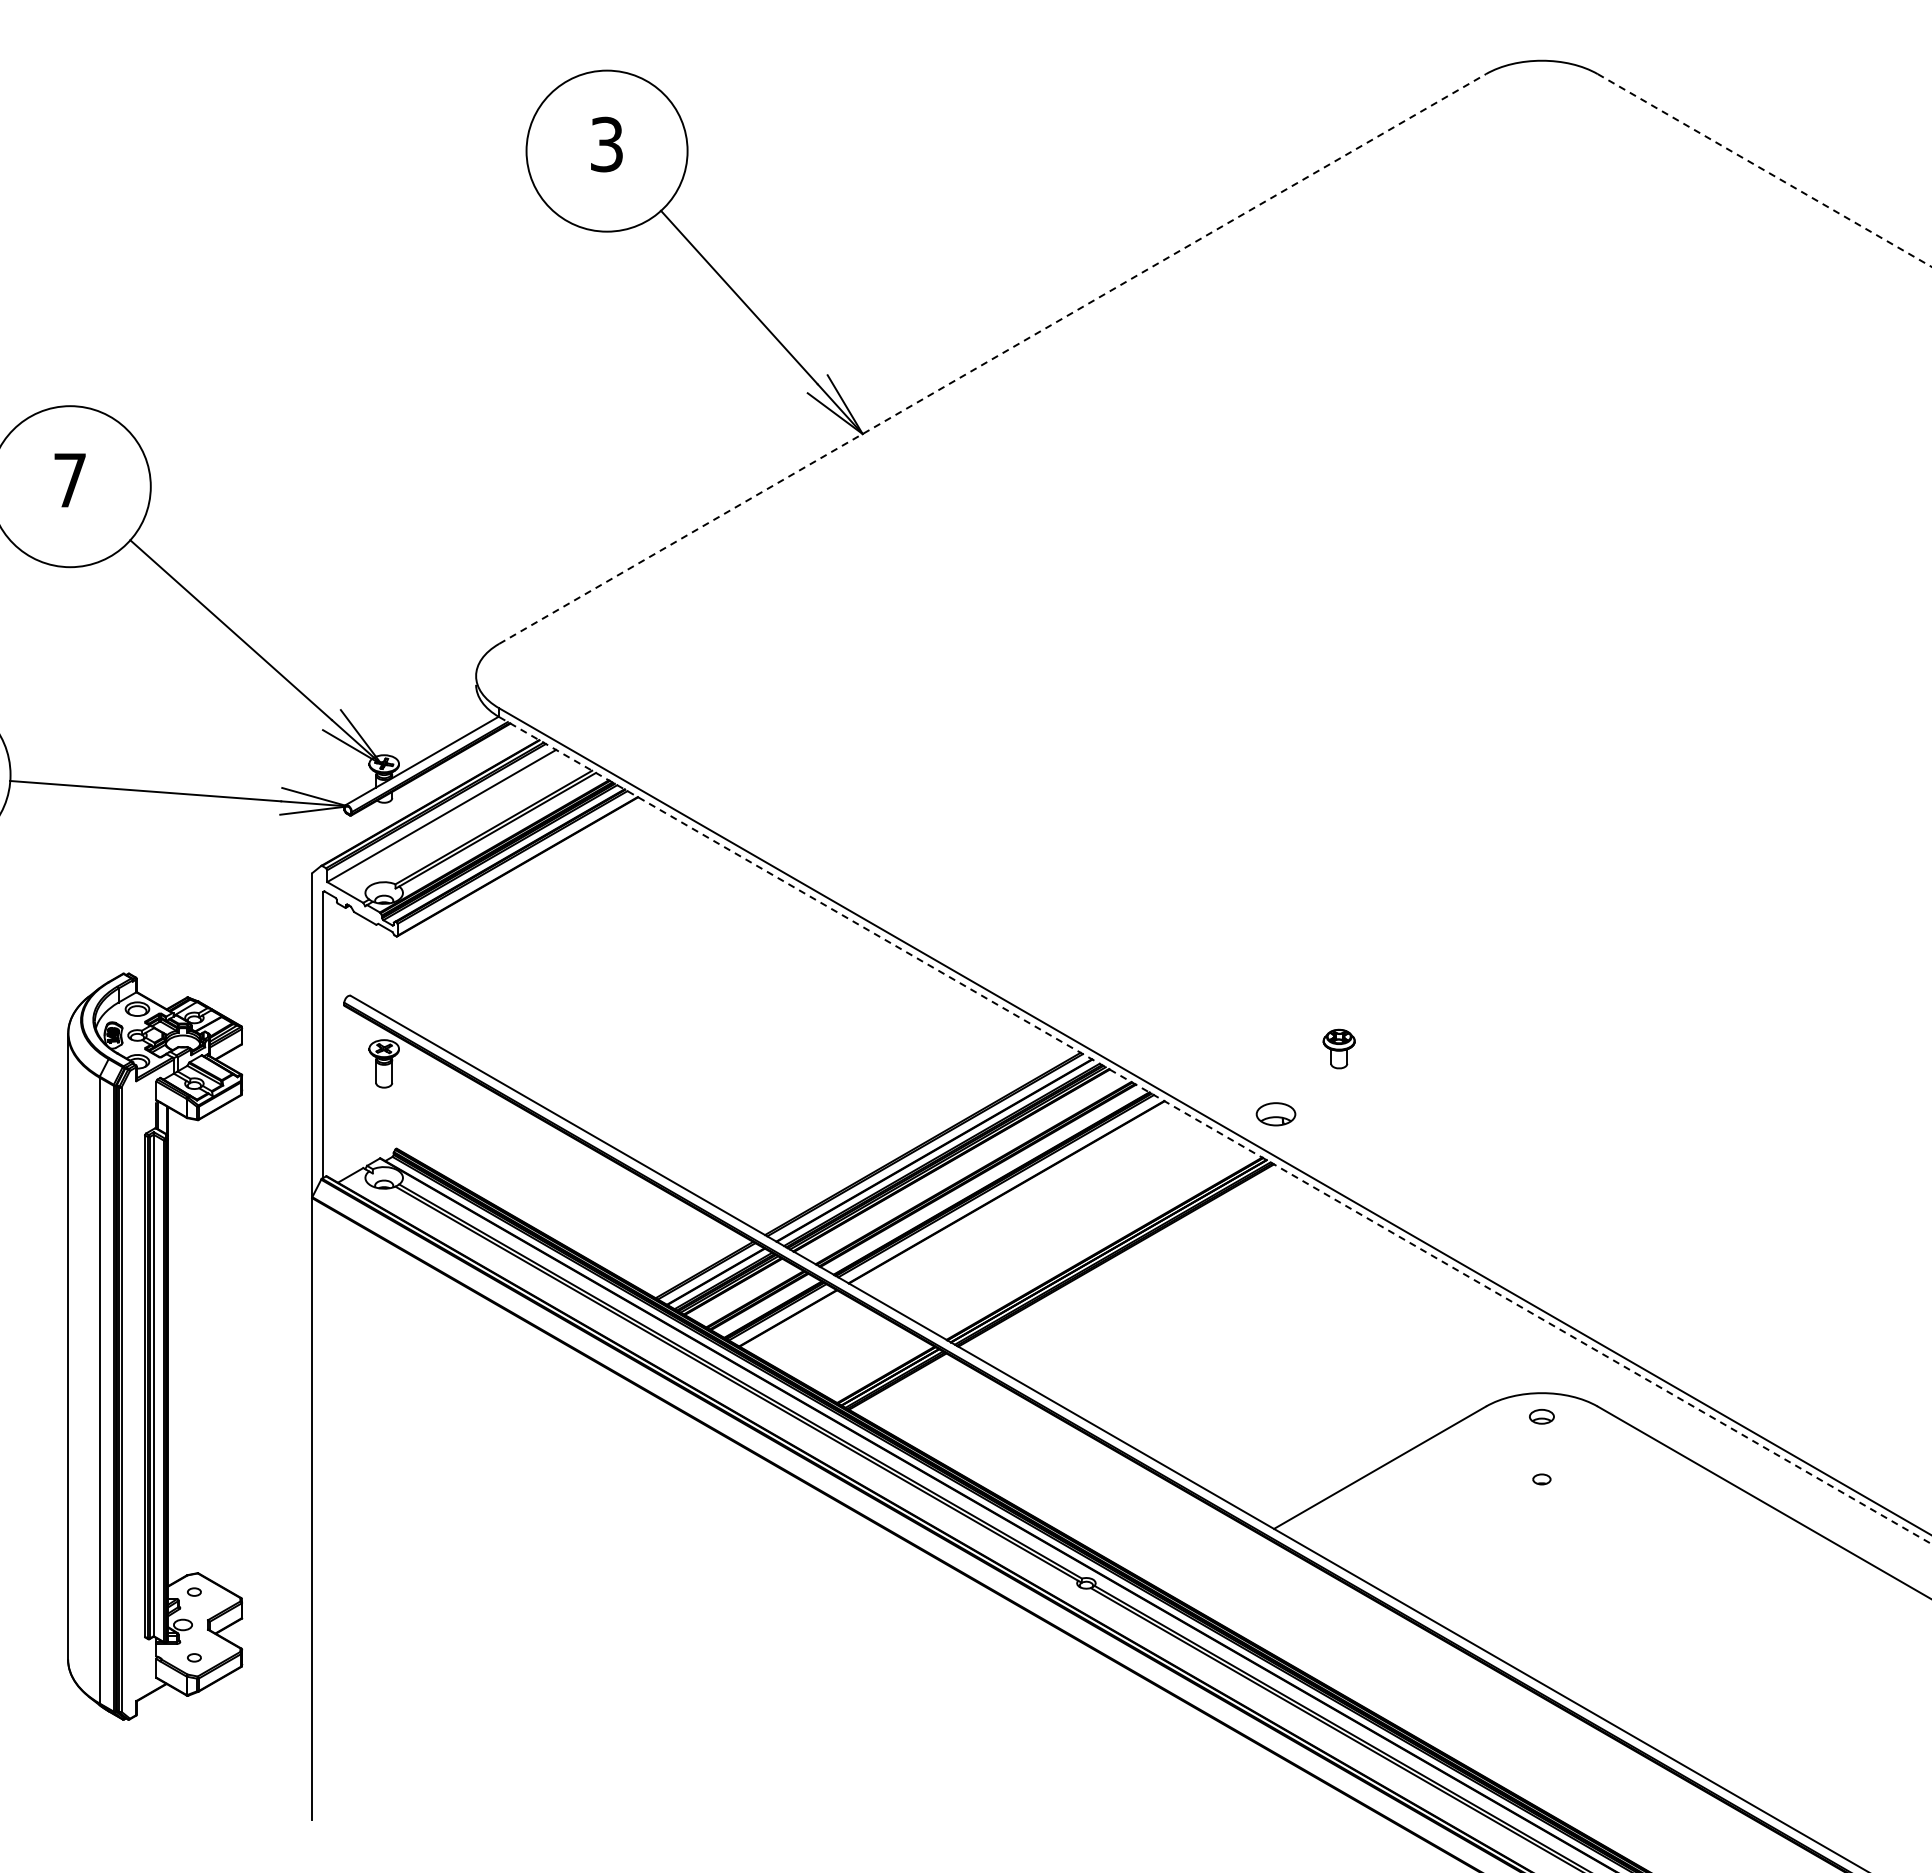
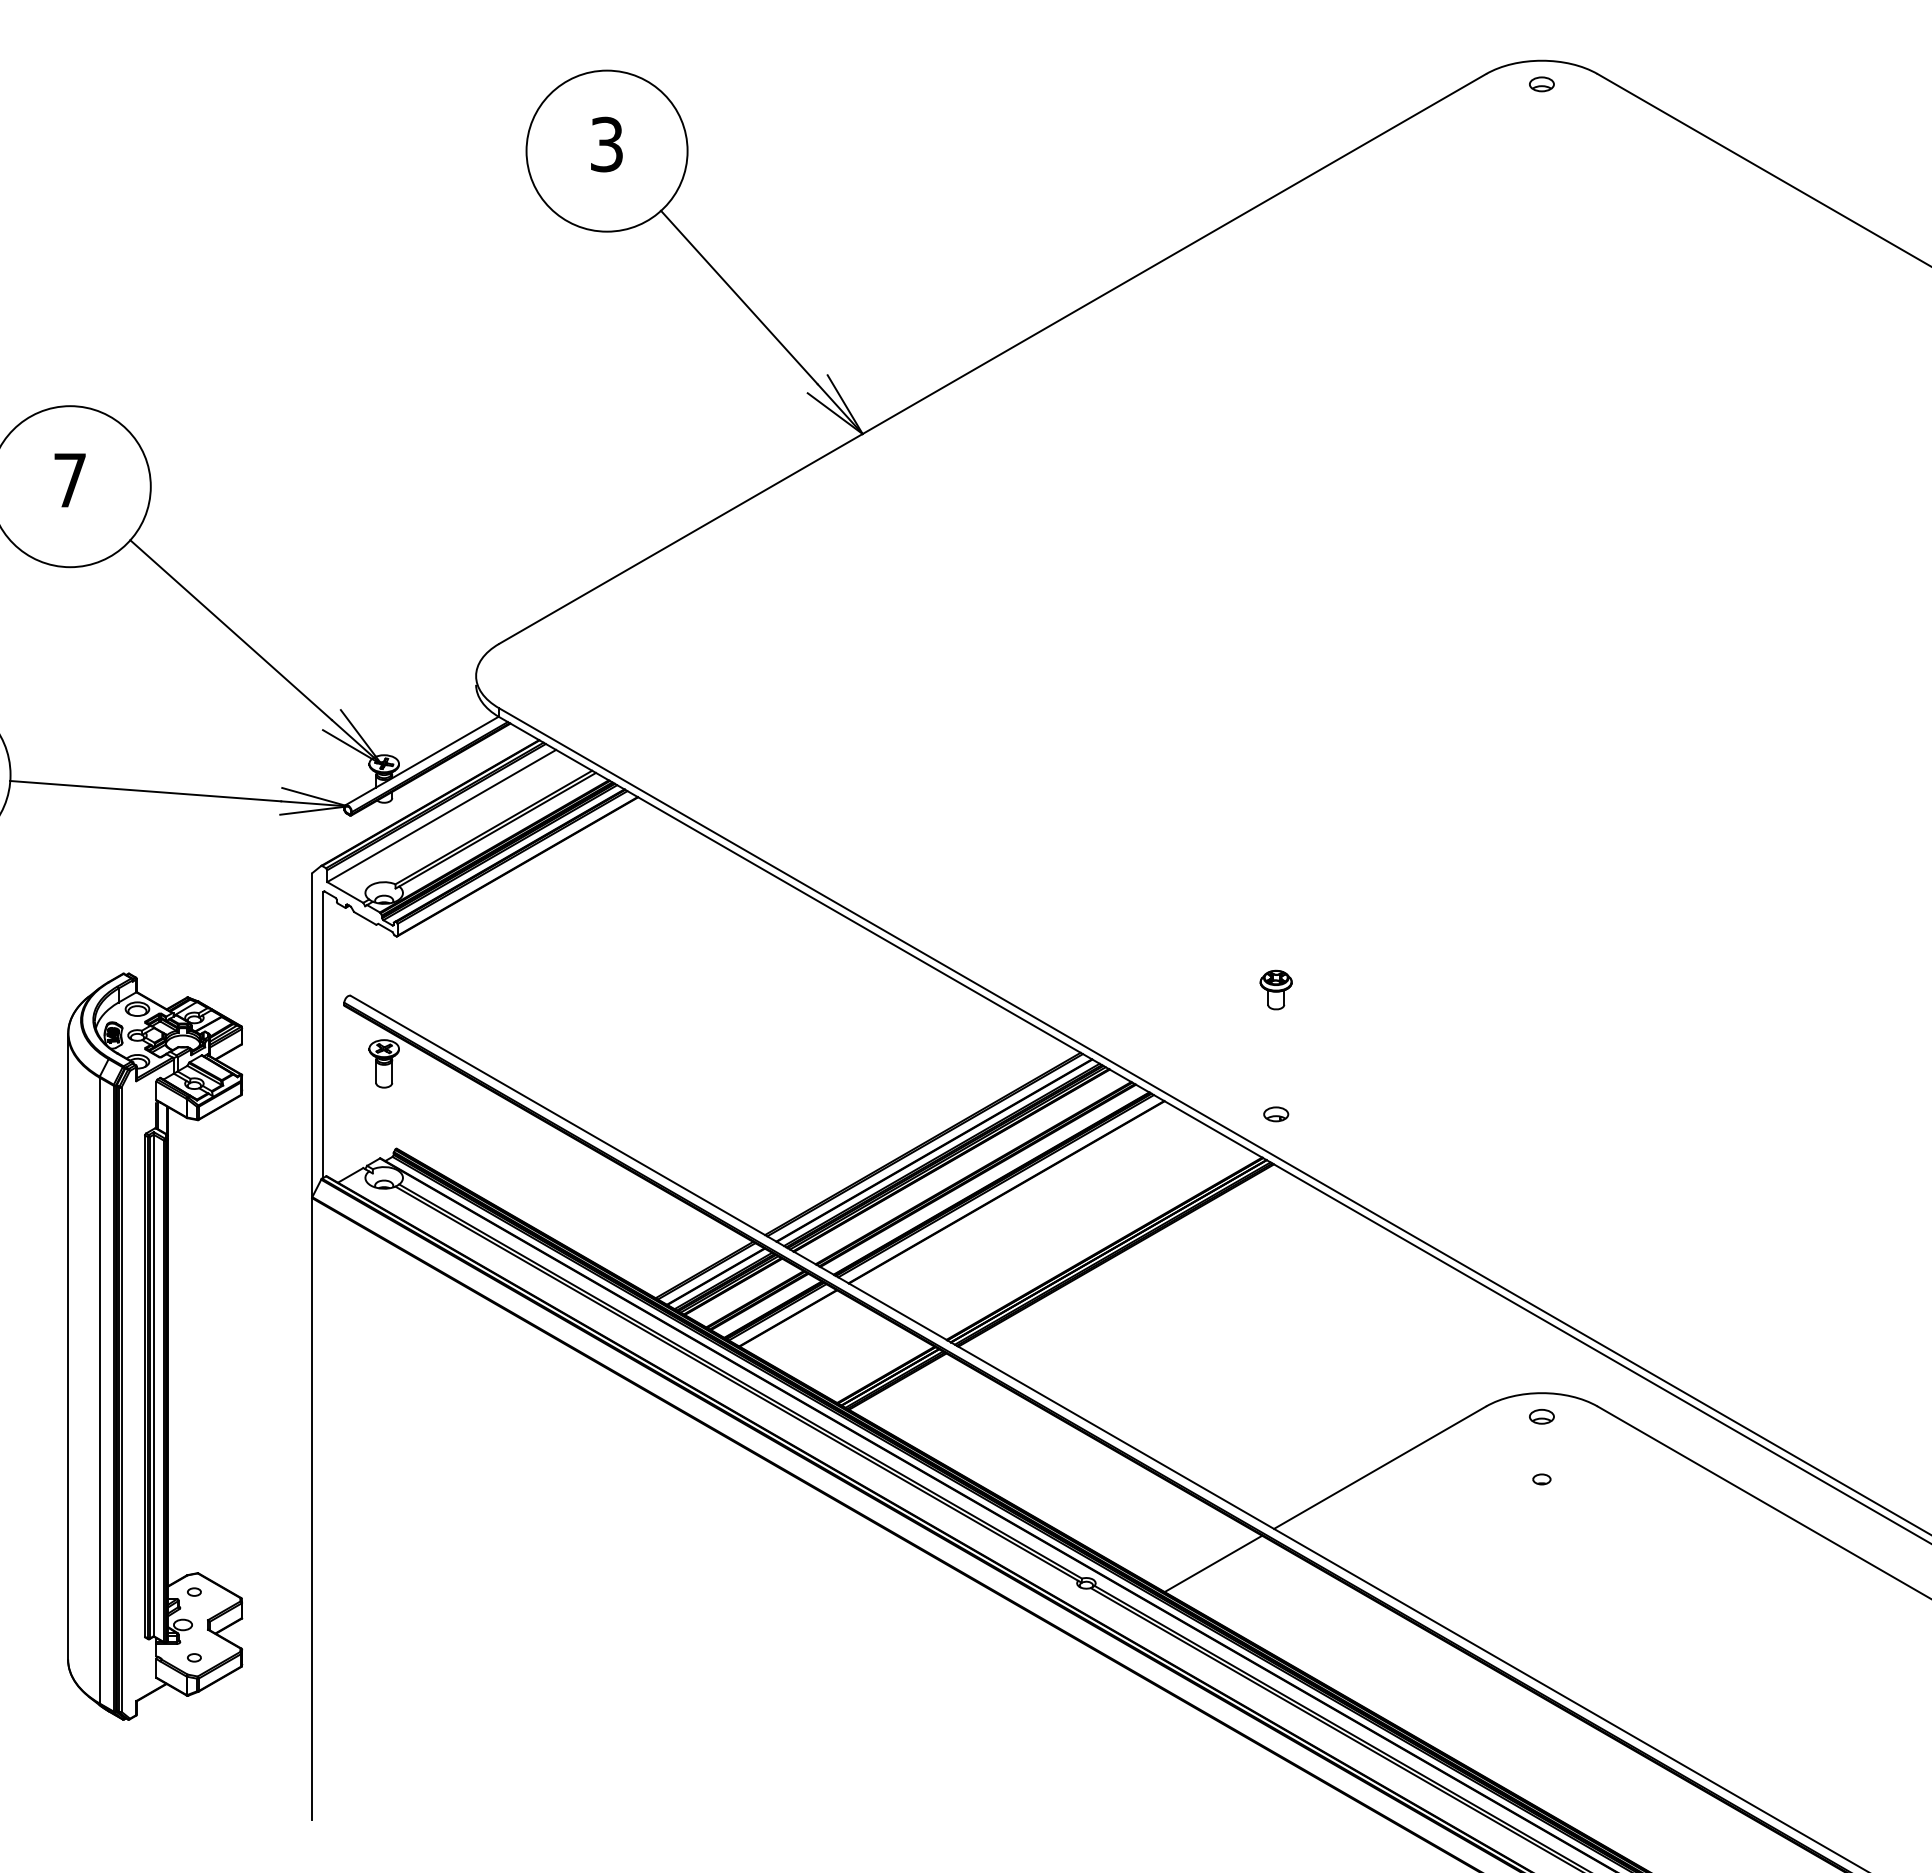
part at (1541, 84): none -> present
line at (1764, 170): dashed -> solid
line at (992, 358): dashed -> solid
part at (1338, 1048) position: (1338, 1048) -> (1275, 989)
part at (1275, 1114) size: 42x25 px -> 27x17 px
line at (1216, 1130): dashed -> solid
line at (1213, 1563): none -> present
